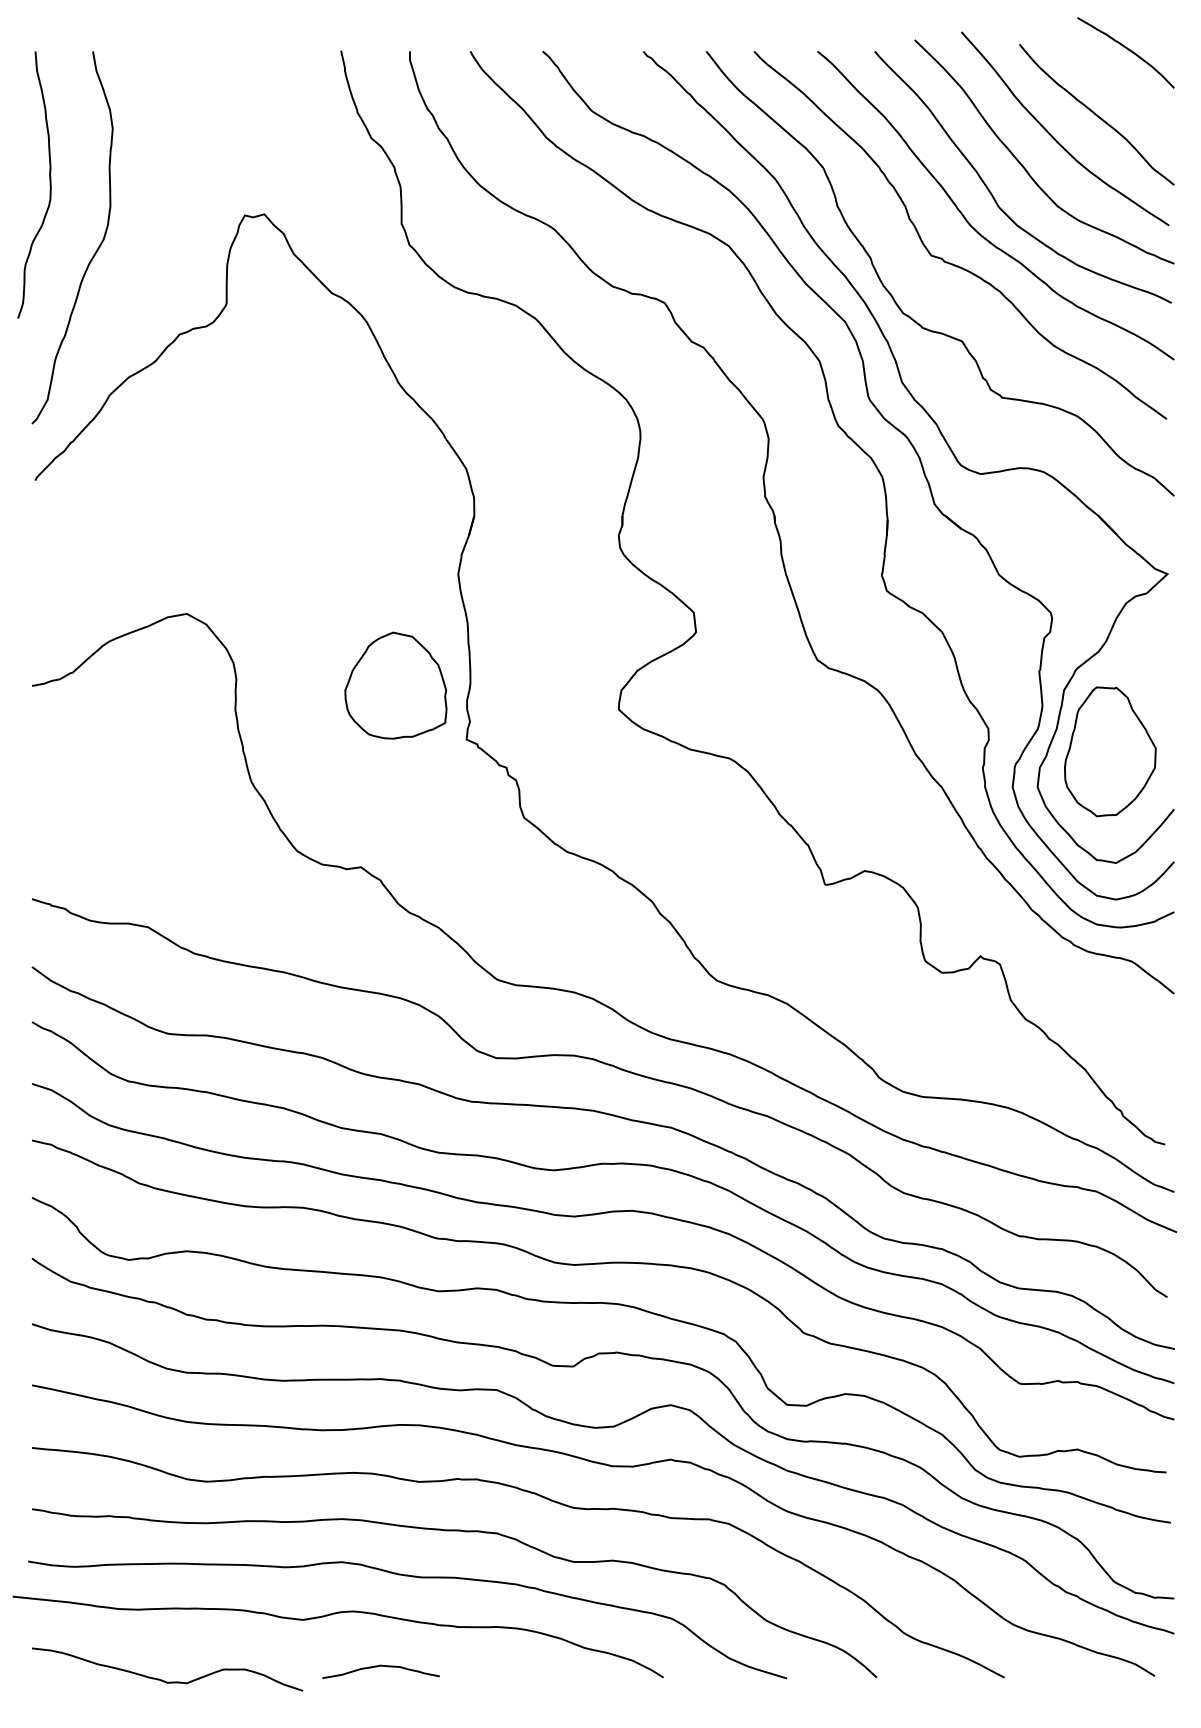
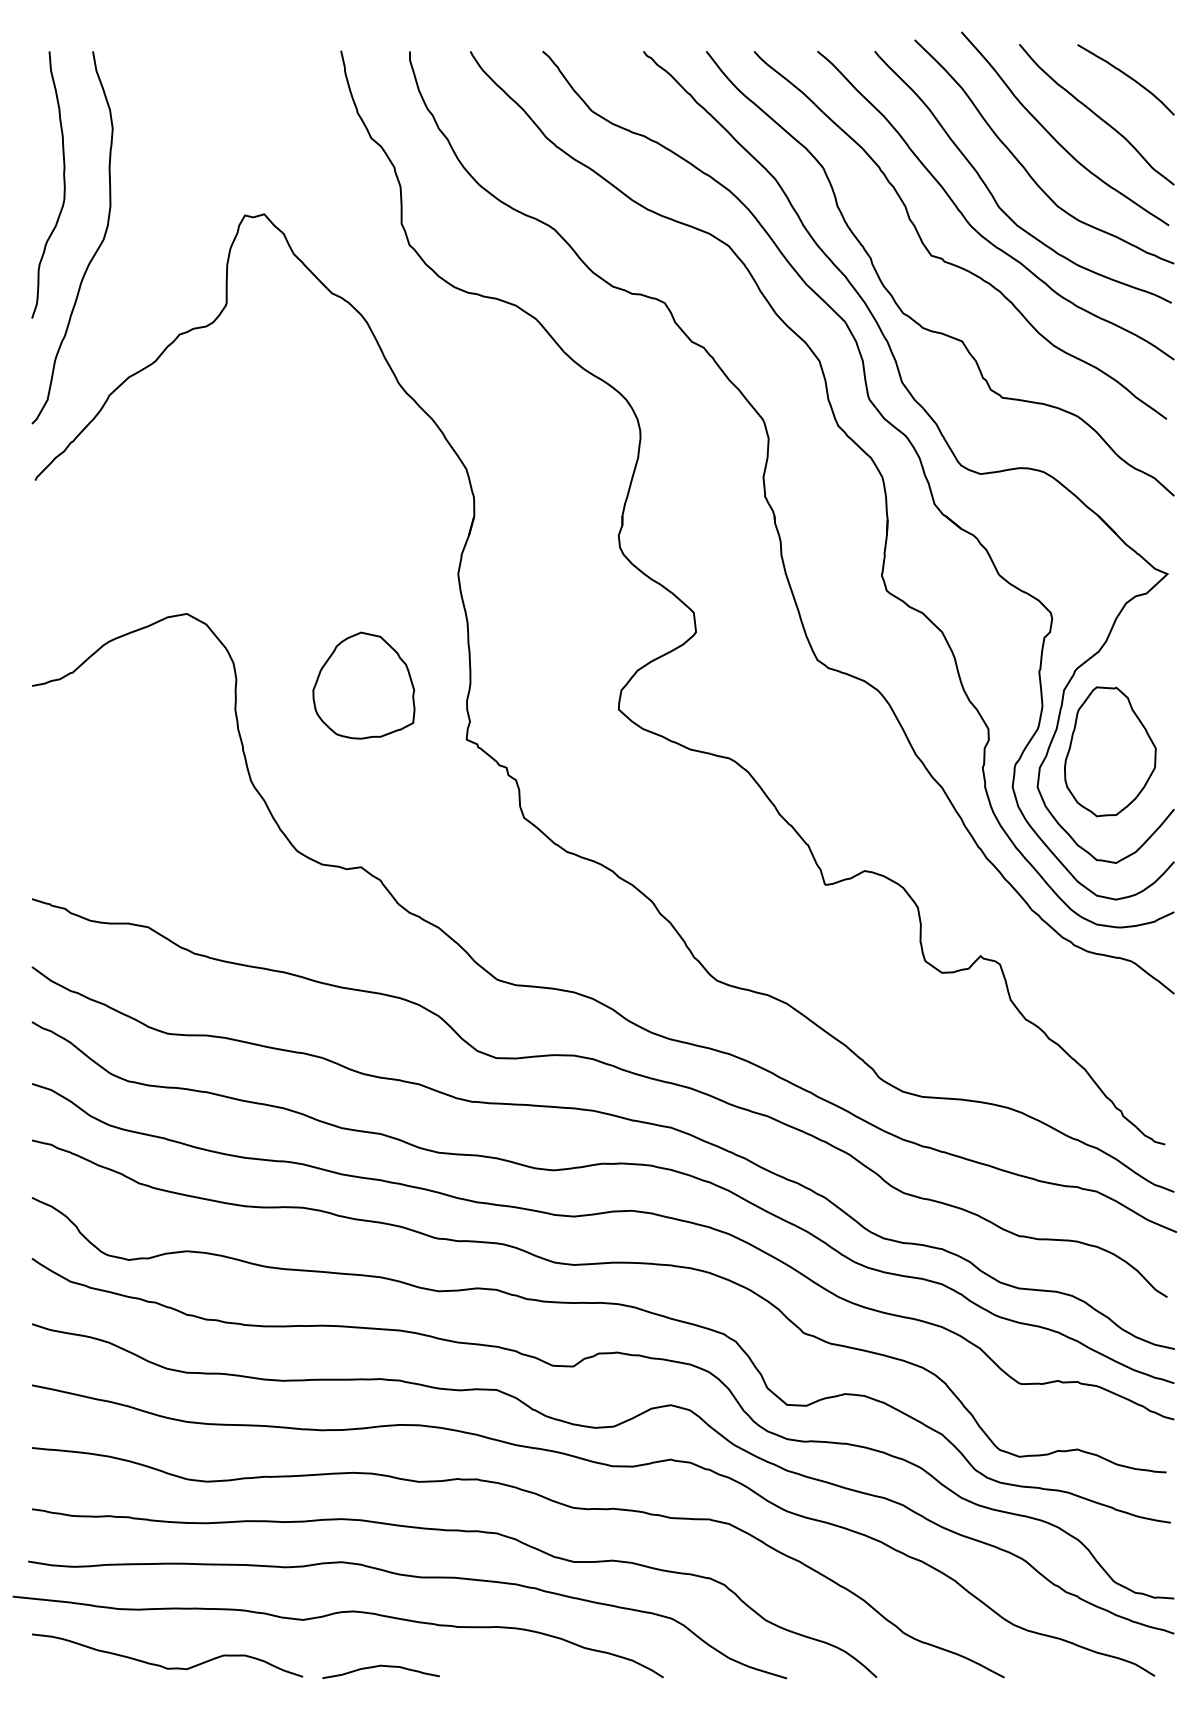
curve at (1126, 49) position: (1126, 49) -> (1126, 76)
curve at (49, 184) position: (49, 184) -> (63, 184)
part at (395, 685) position: (395, 685) -> (363, 685)
curve at (162, 1679) position: (162, 1679) -> (162, 1665)
